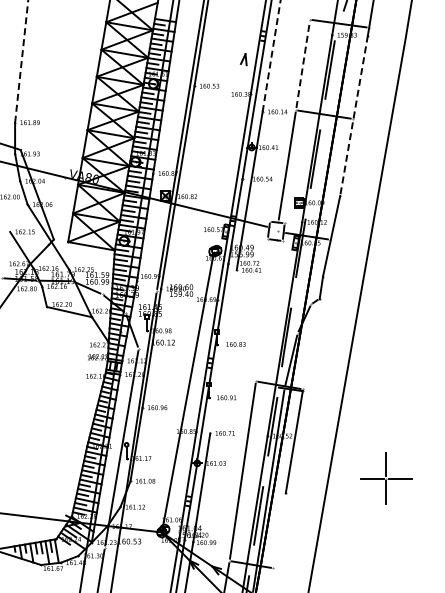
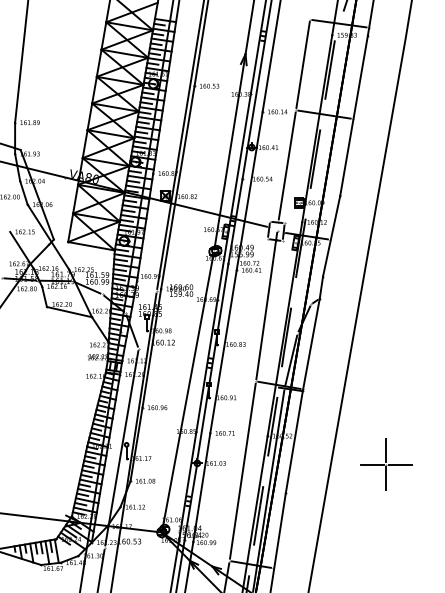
line at (271, 55): dashed -> solid
line at (21, 61): dashed -> solid
line at (303, 64): dashed -> solid
line at (353, 116): dashed -> solid
line at (233, 125): none -> present
line at (266, 305): none -> present
line at (310, 344): none -> present
line at (223, 351): none -> present
part at (386, 478) position: (386, 478) -> (386, 464)
line at (278, 541): none -> present
